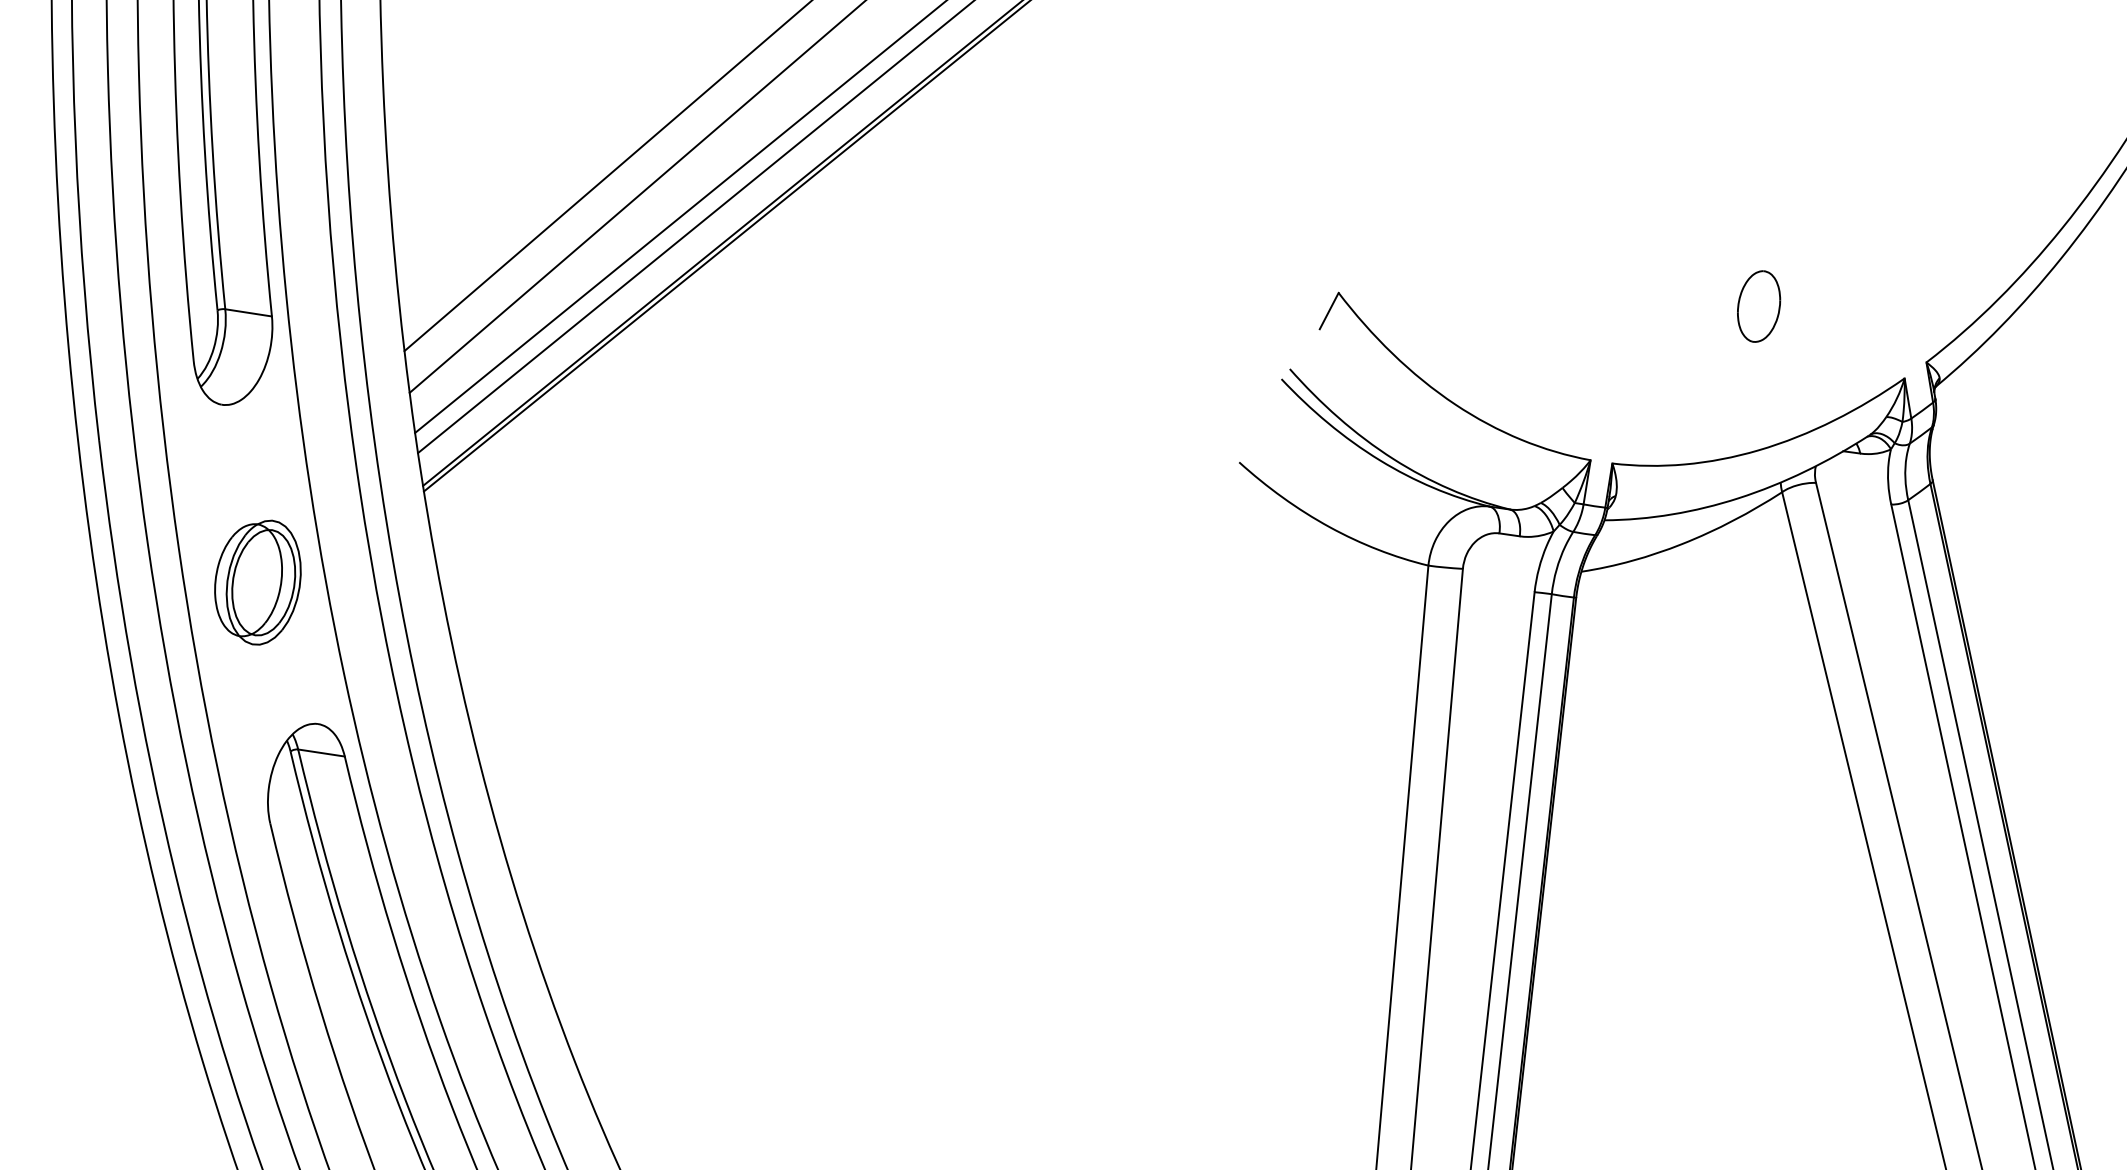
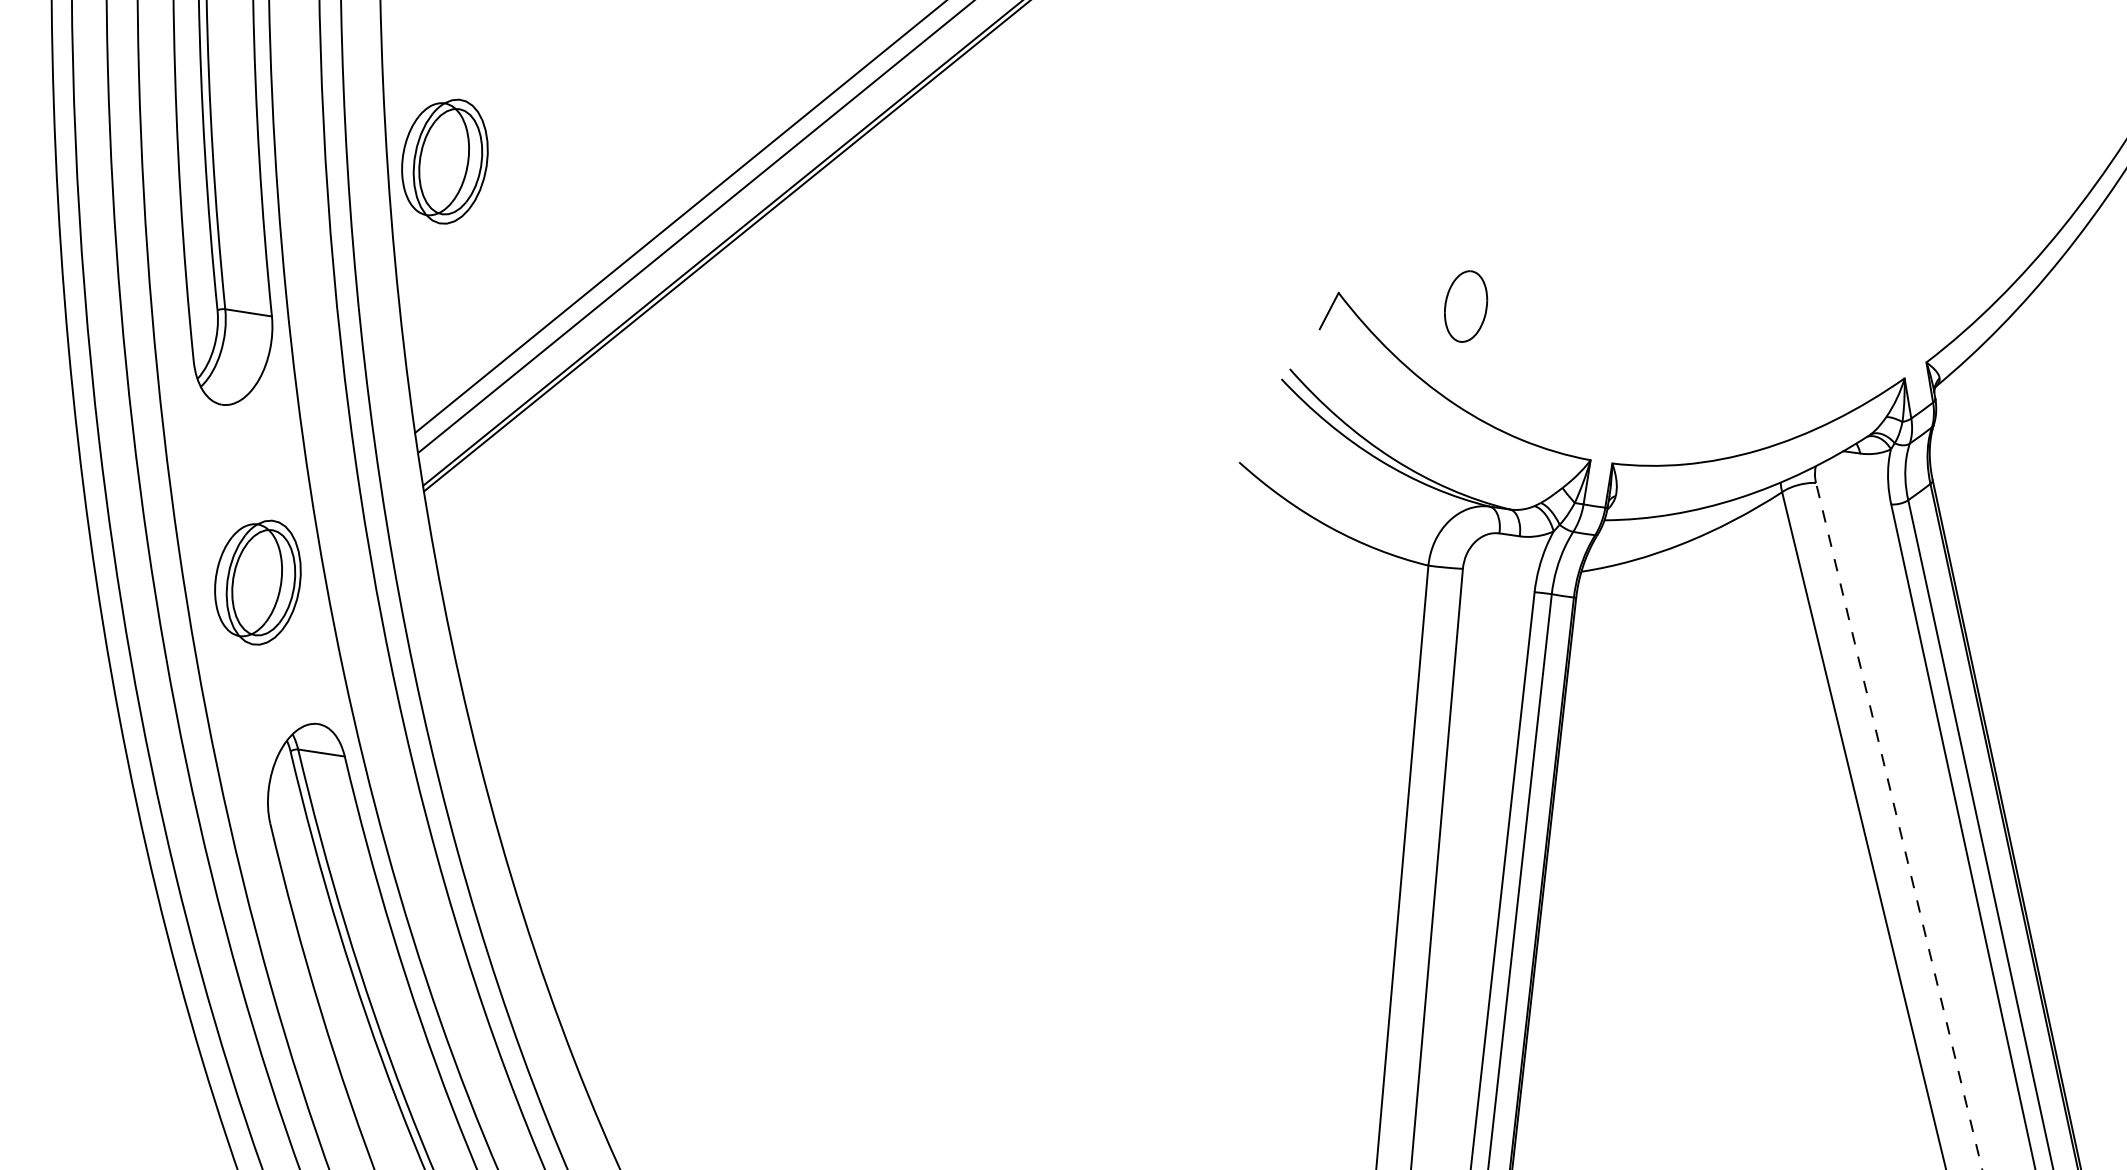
part at (444, 161): none -> present
line at (606, 176): present -> none
line at (636, 197): present -> none
part at (1759, 306) position: (1759, 306) -> (1466, 306)
line at (1899, 825): solid -> dashed
